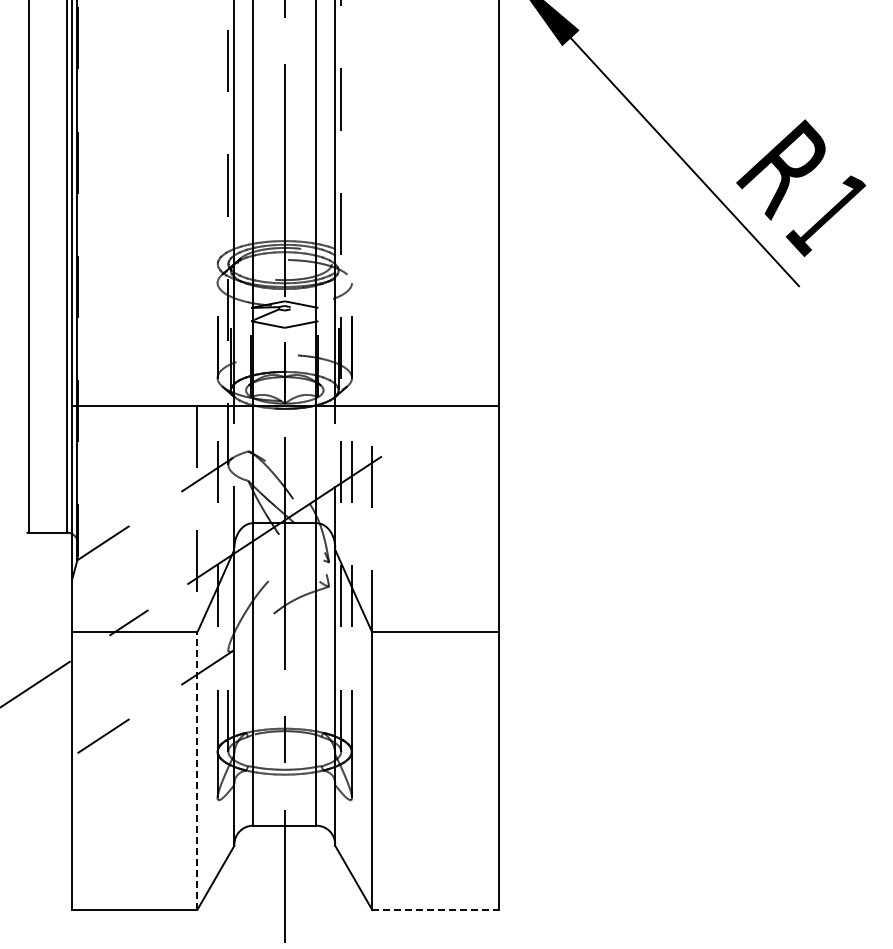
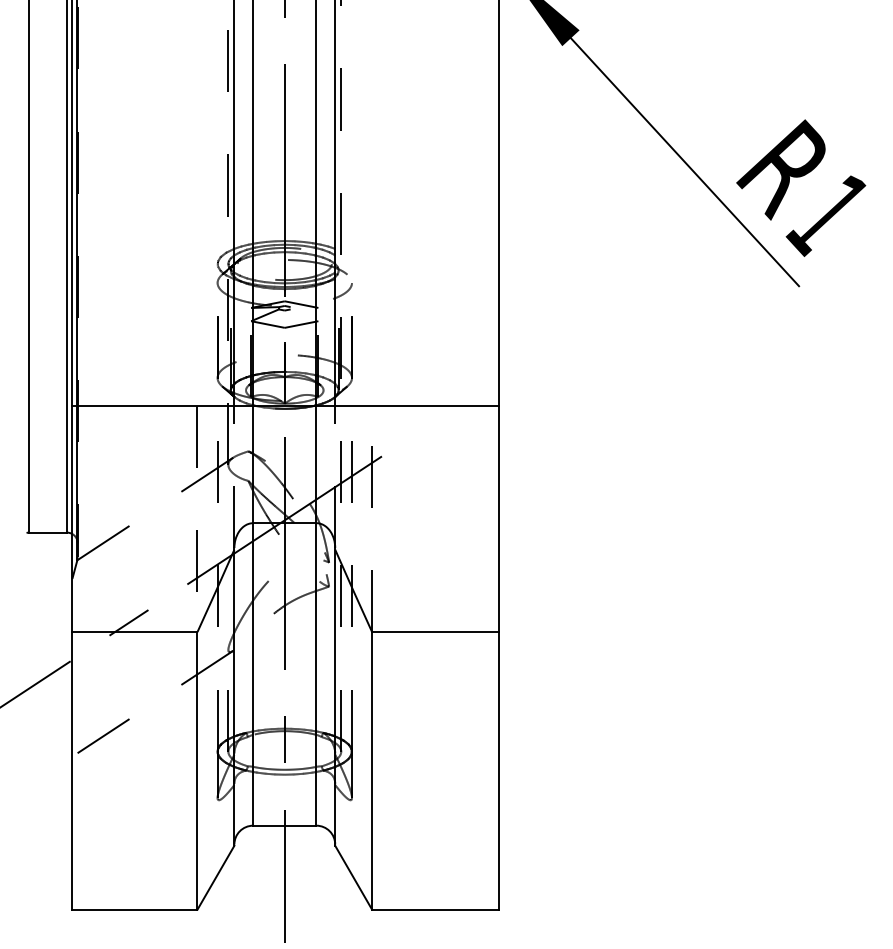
line at (197, 770): dashed -> solid
line at (435, 909): dashed -> solid
